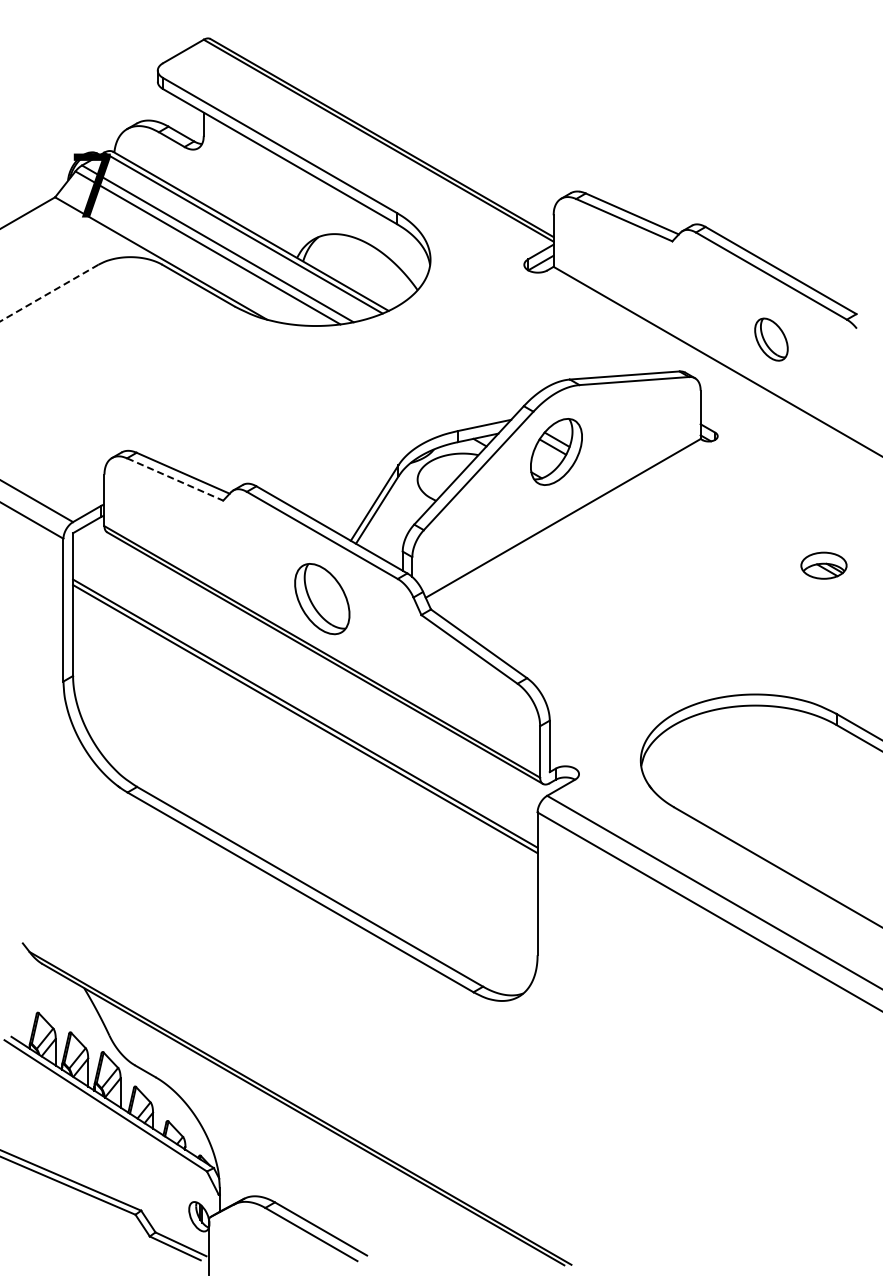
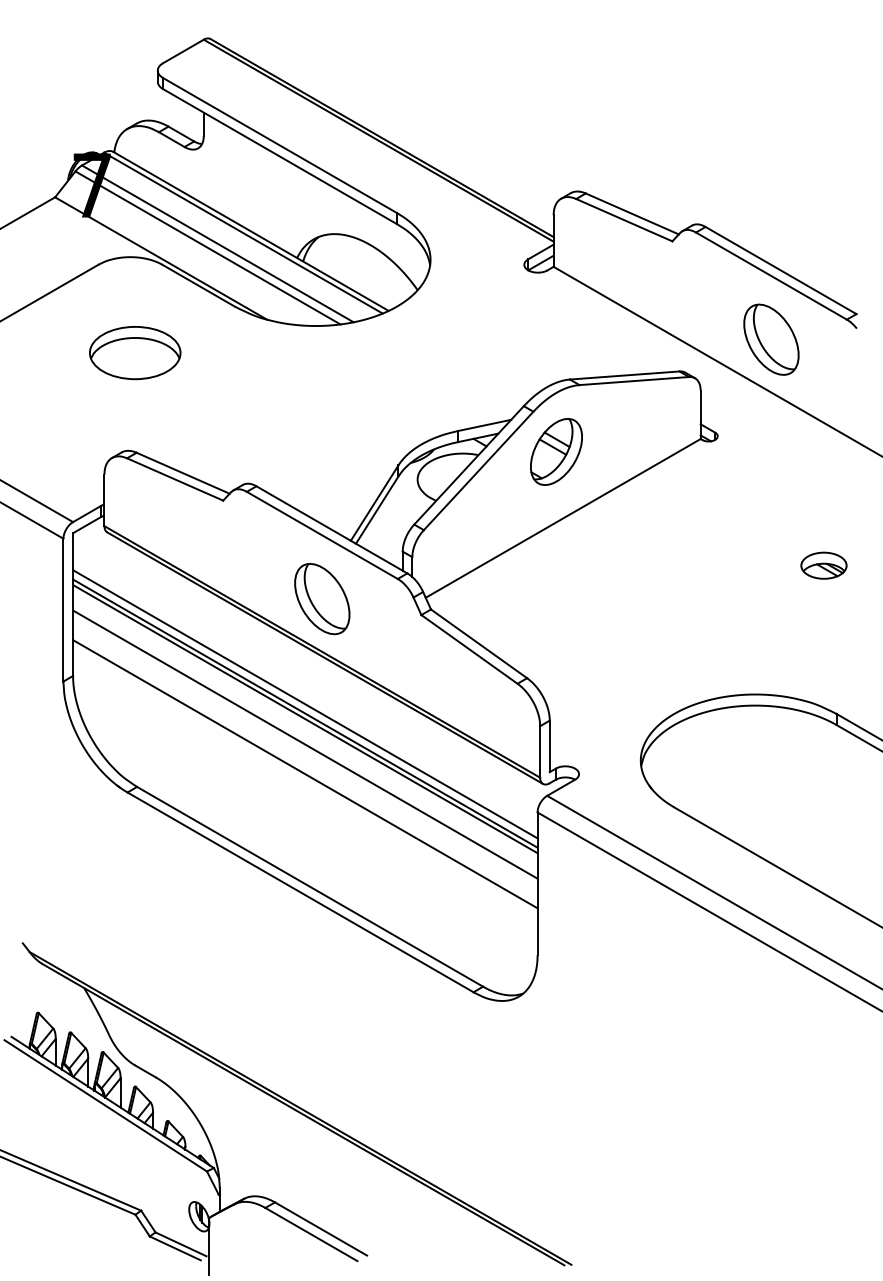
line at (49, 293): dashed -> solid
part at (771, 339) size: 35x45 px -> 57x73 px
part at (135, 353): none -> present
line at (175, 479): dashed -> solid
line at (305, 704): none -> present
line at (305, 744): none -> present
line at (305, 774): none -> present
